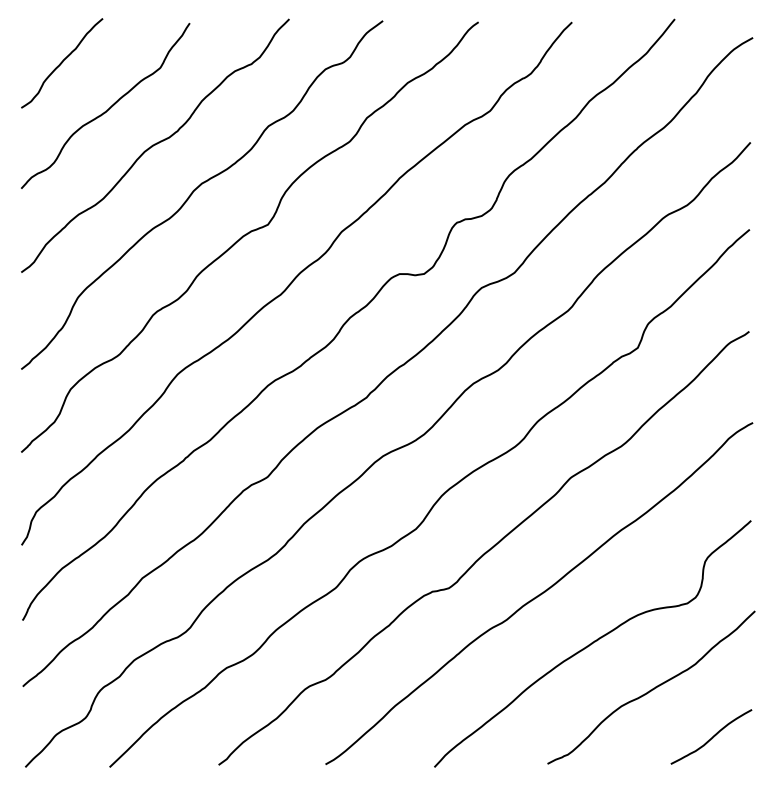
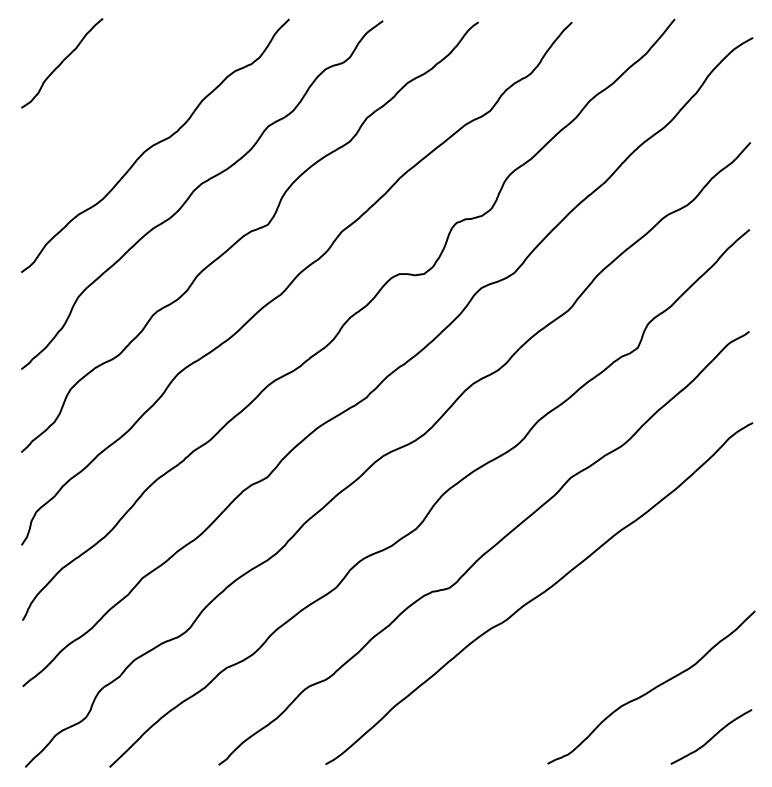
curve at (108, 108): present -> none
curve at (592, 643): present -> none
